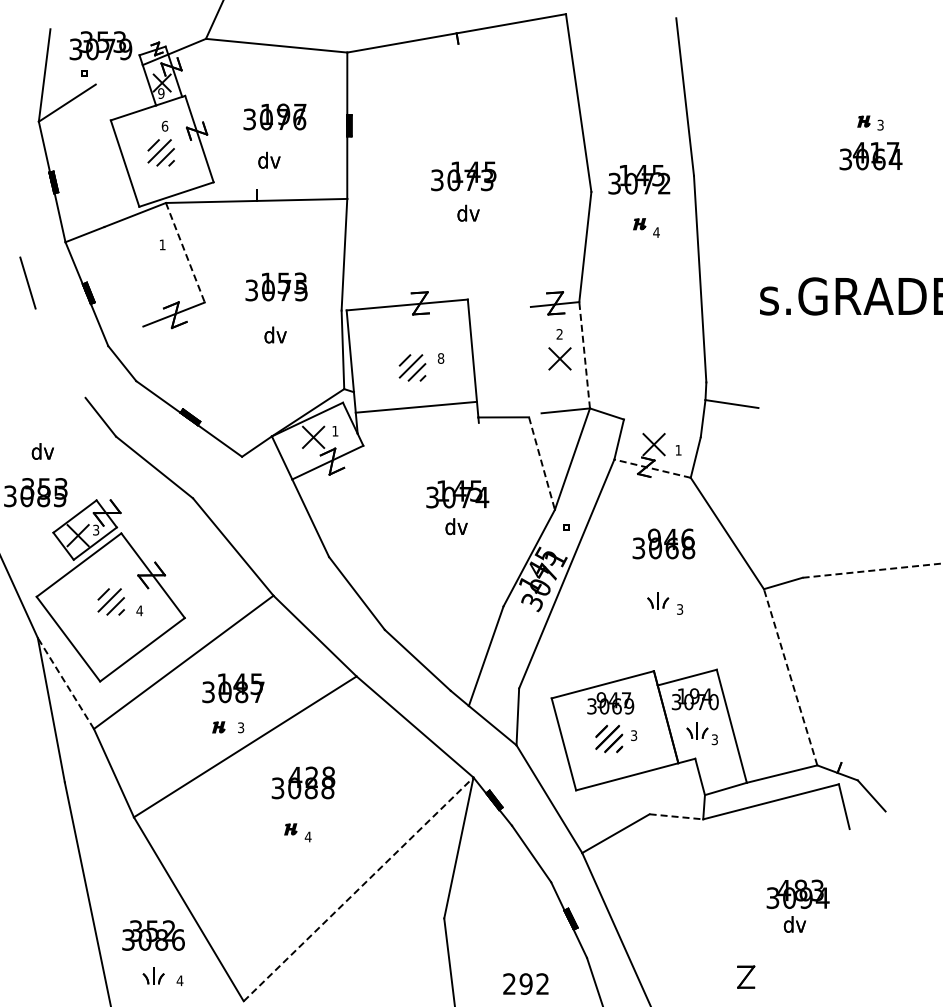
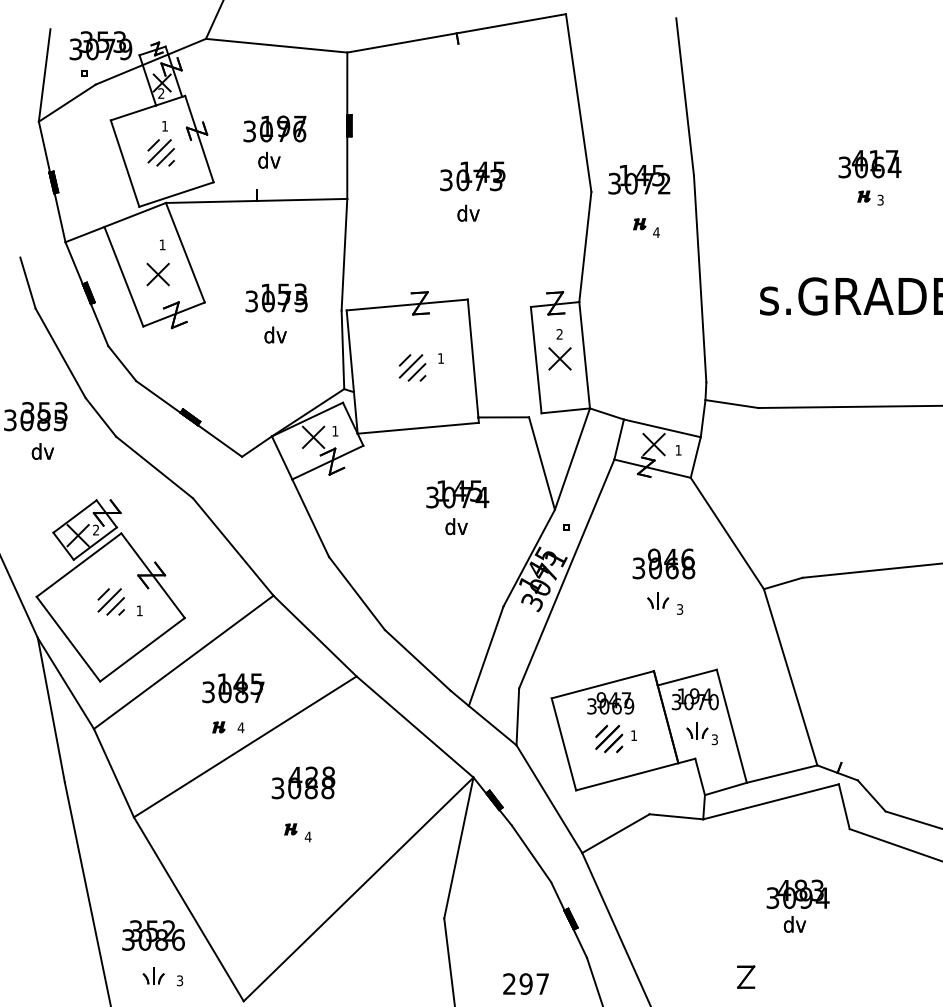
line at (118, 74): none -> present
text at (161, 93): 9 -> 2
text at (274, 116) position: (274, 116) -> (274, 128)
part at (870, 122) position: (870, 122) -> (870, 197)
text at (164, 125): 6 -> 1
text at (870, 156) position: (870, 156) -> (869, 164)
text at (463, 176) position: (463, 176) -> (472, 176)
line at (185, 253): dashed -> solid
part at (157, 274): none -> present
line at (123, 276): none -> present
text at (276, 286) position: (276, 286) -> (276, 297)
line at (60, 352): none -> present
line at (584, 354): dashed -> solid
text at (440, 358): 8 -> 1
line at (535, 359): none -> present
line at (415, 406) position: (415, 406) -> (417, 427)
line at (848, 406): none -> present
line at (661, 428): none -> present
line at (542, 464): dashed -> solid
line at (652, 468): dashed -> solid
text at (35, 492) position: (35, 492) -> (35, 416)
text at (96, 530): 3 -> 2
text at (663, 543) position: (663, 543) -> (663, 563)
line at (873, 570): dashed -> solid
text at (139, 610): 4 -> 1
line at (790, 676): dashed -> solid
line at (65, 683): dashed -> solid
text at (240, 727): 3 -> 4
text at (634, 735): 3 -> 1
line at (676, 816): dashed -> solid
line at (912, 819): none -> present
line at (894, 844): none -> present
line at (358, 889): dashed -> solid
text at (179, 980): 4 -> 3
text at (542, 983): 292 -> 297
